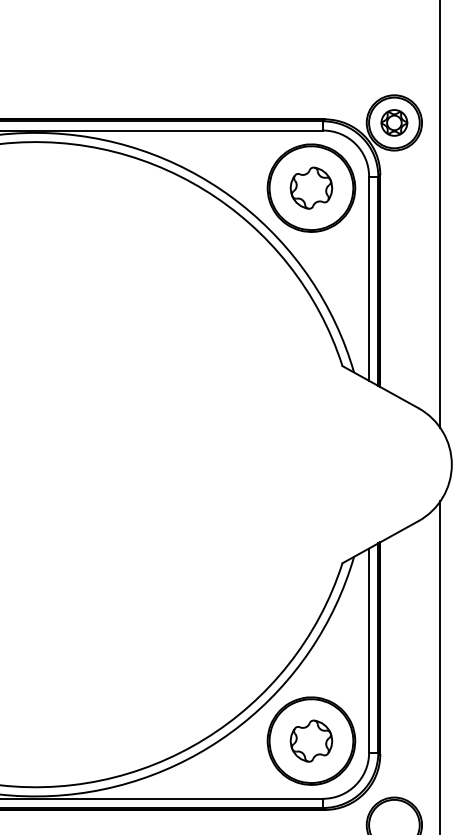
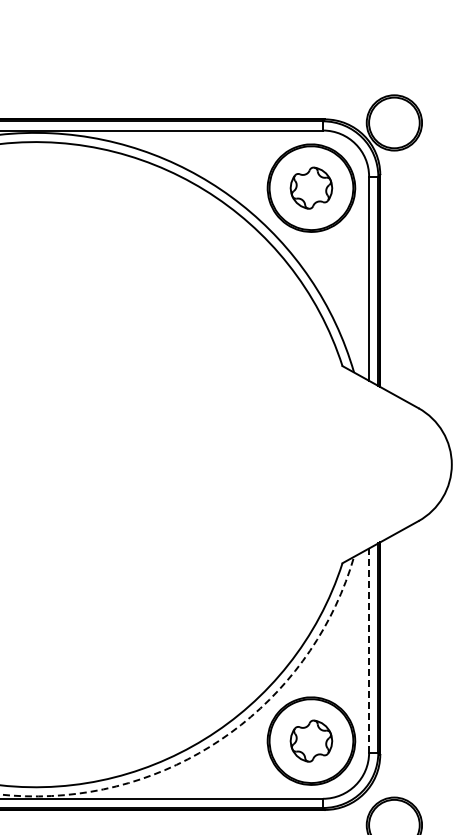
part at (394, 122): present -> none
line at (440, 215): present -> none
line at (369, 650): solid -> dashed
line at (440, 666): present -> none
arc at (219, 740): solid -> dashed
